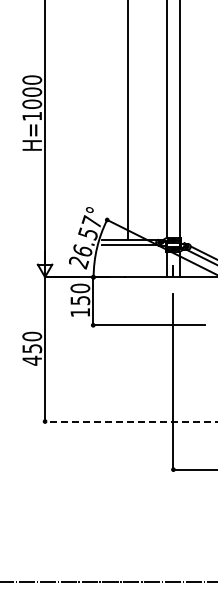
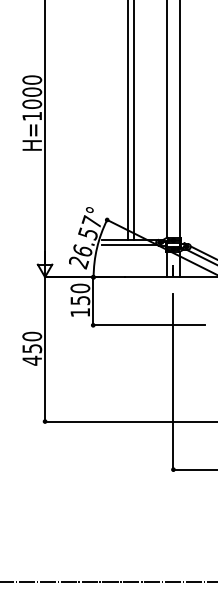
line at (133, 121): none -> present
line at (130, 421): dashed -> solid
